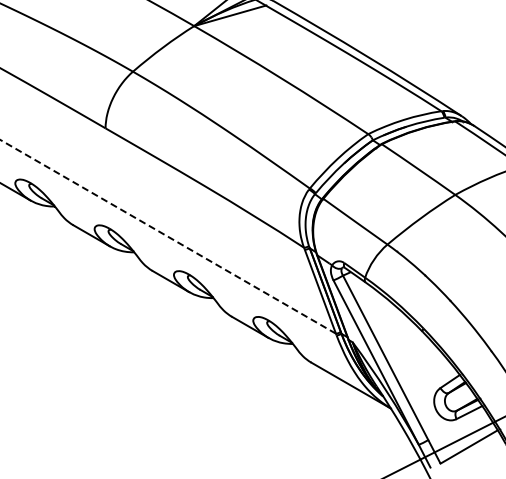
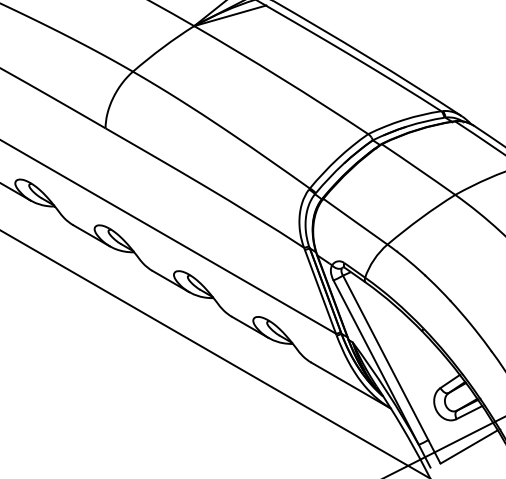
line at (168, 236): dashed -> solid
line at (213, 353): none -> present
